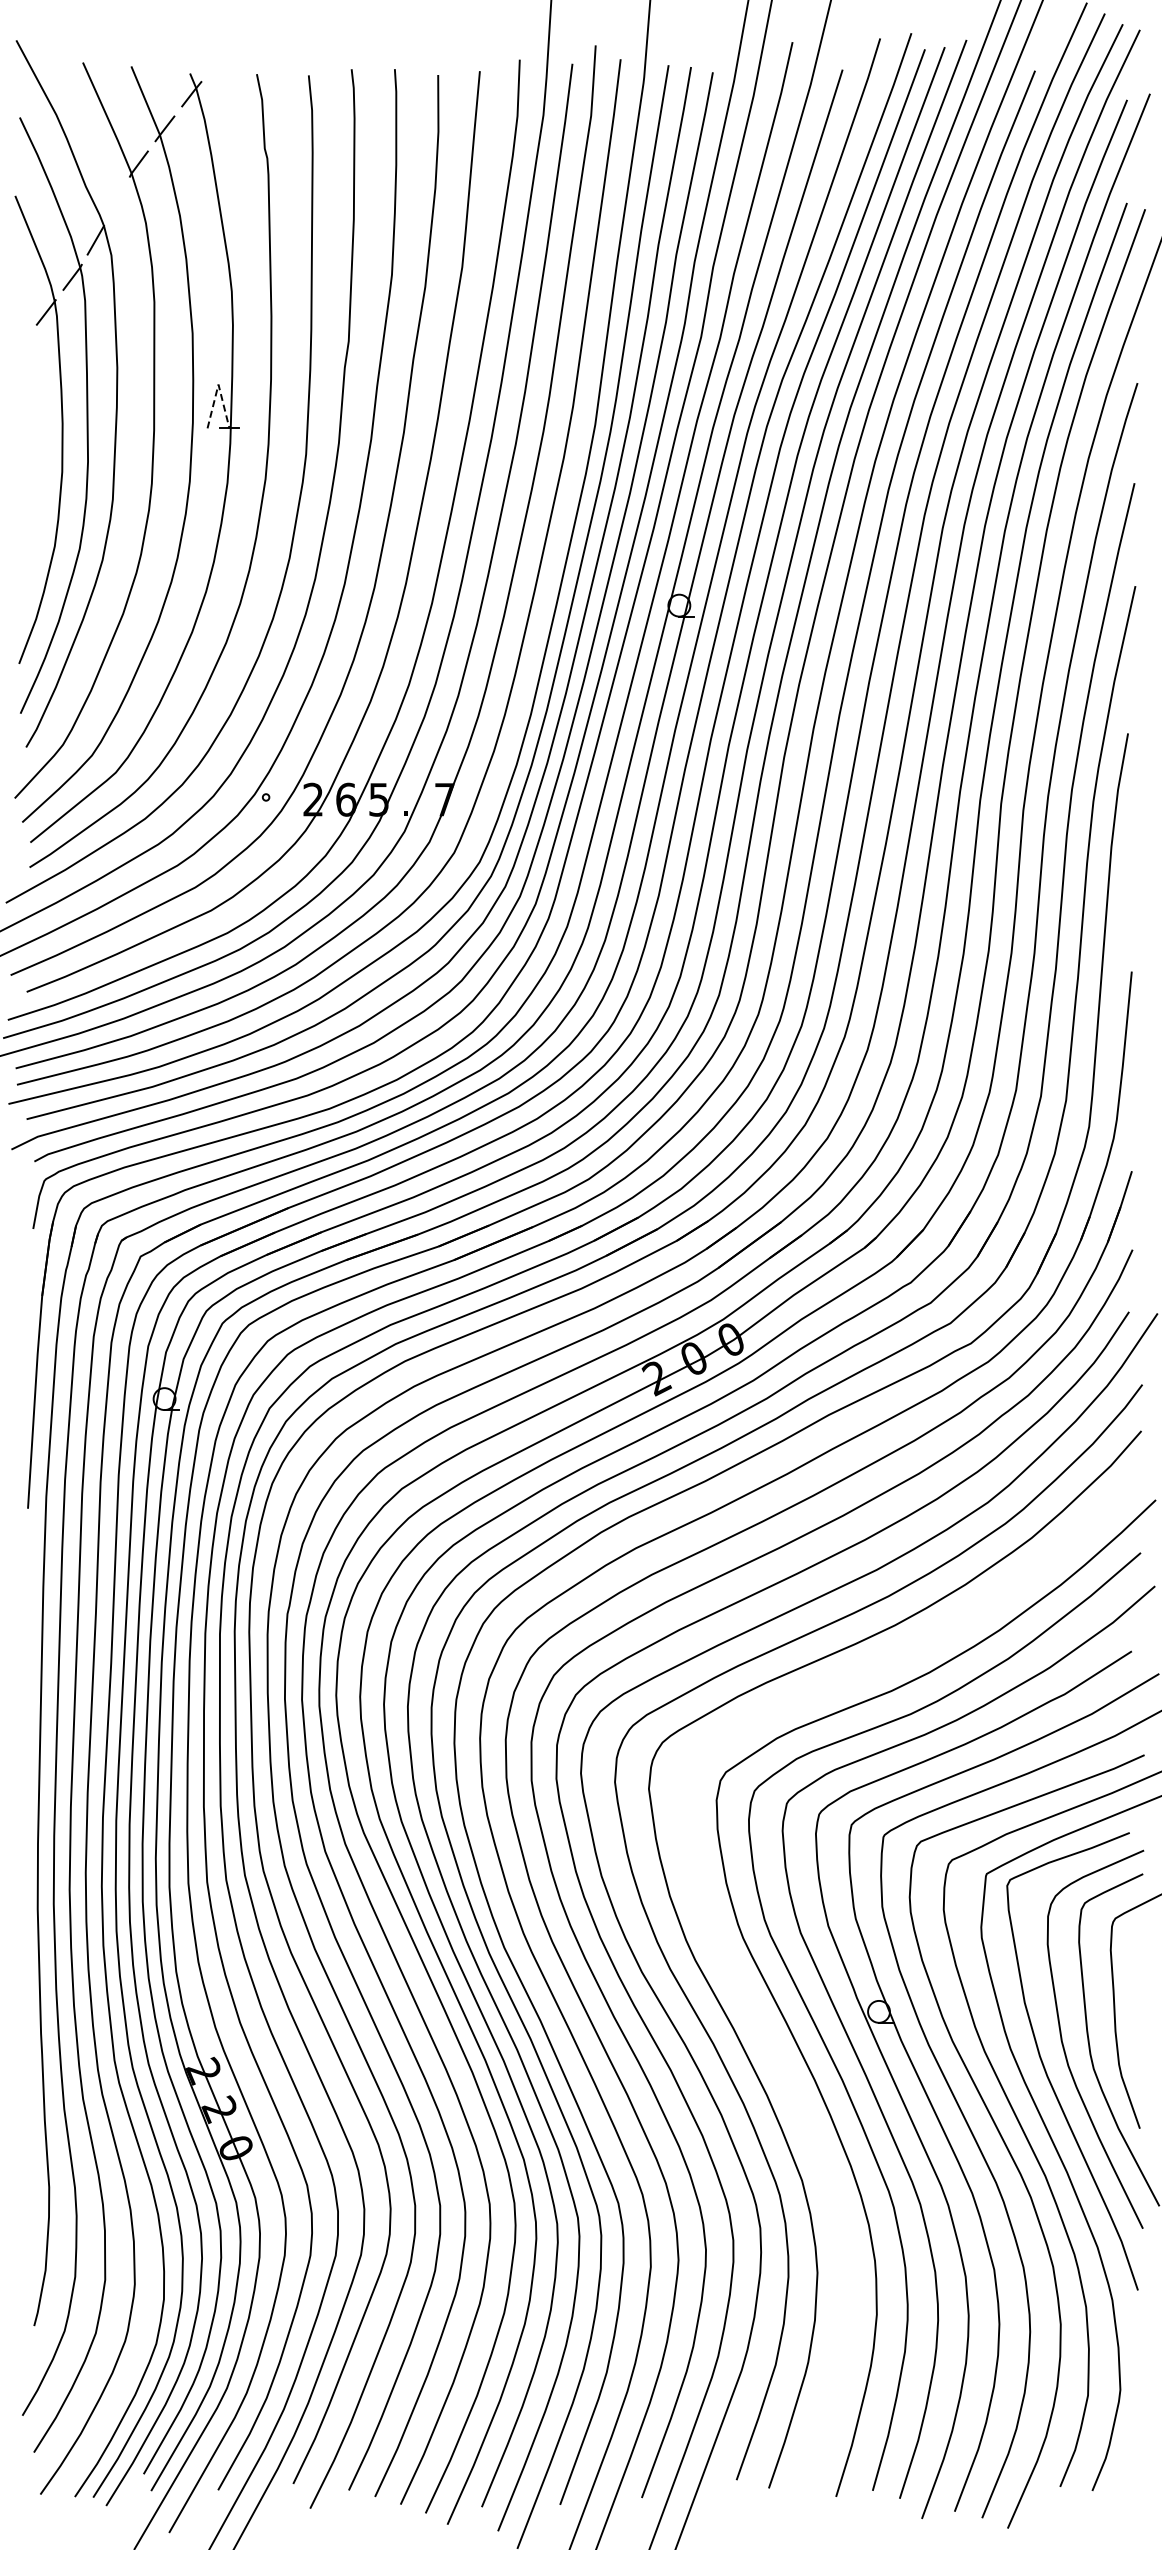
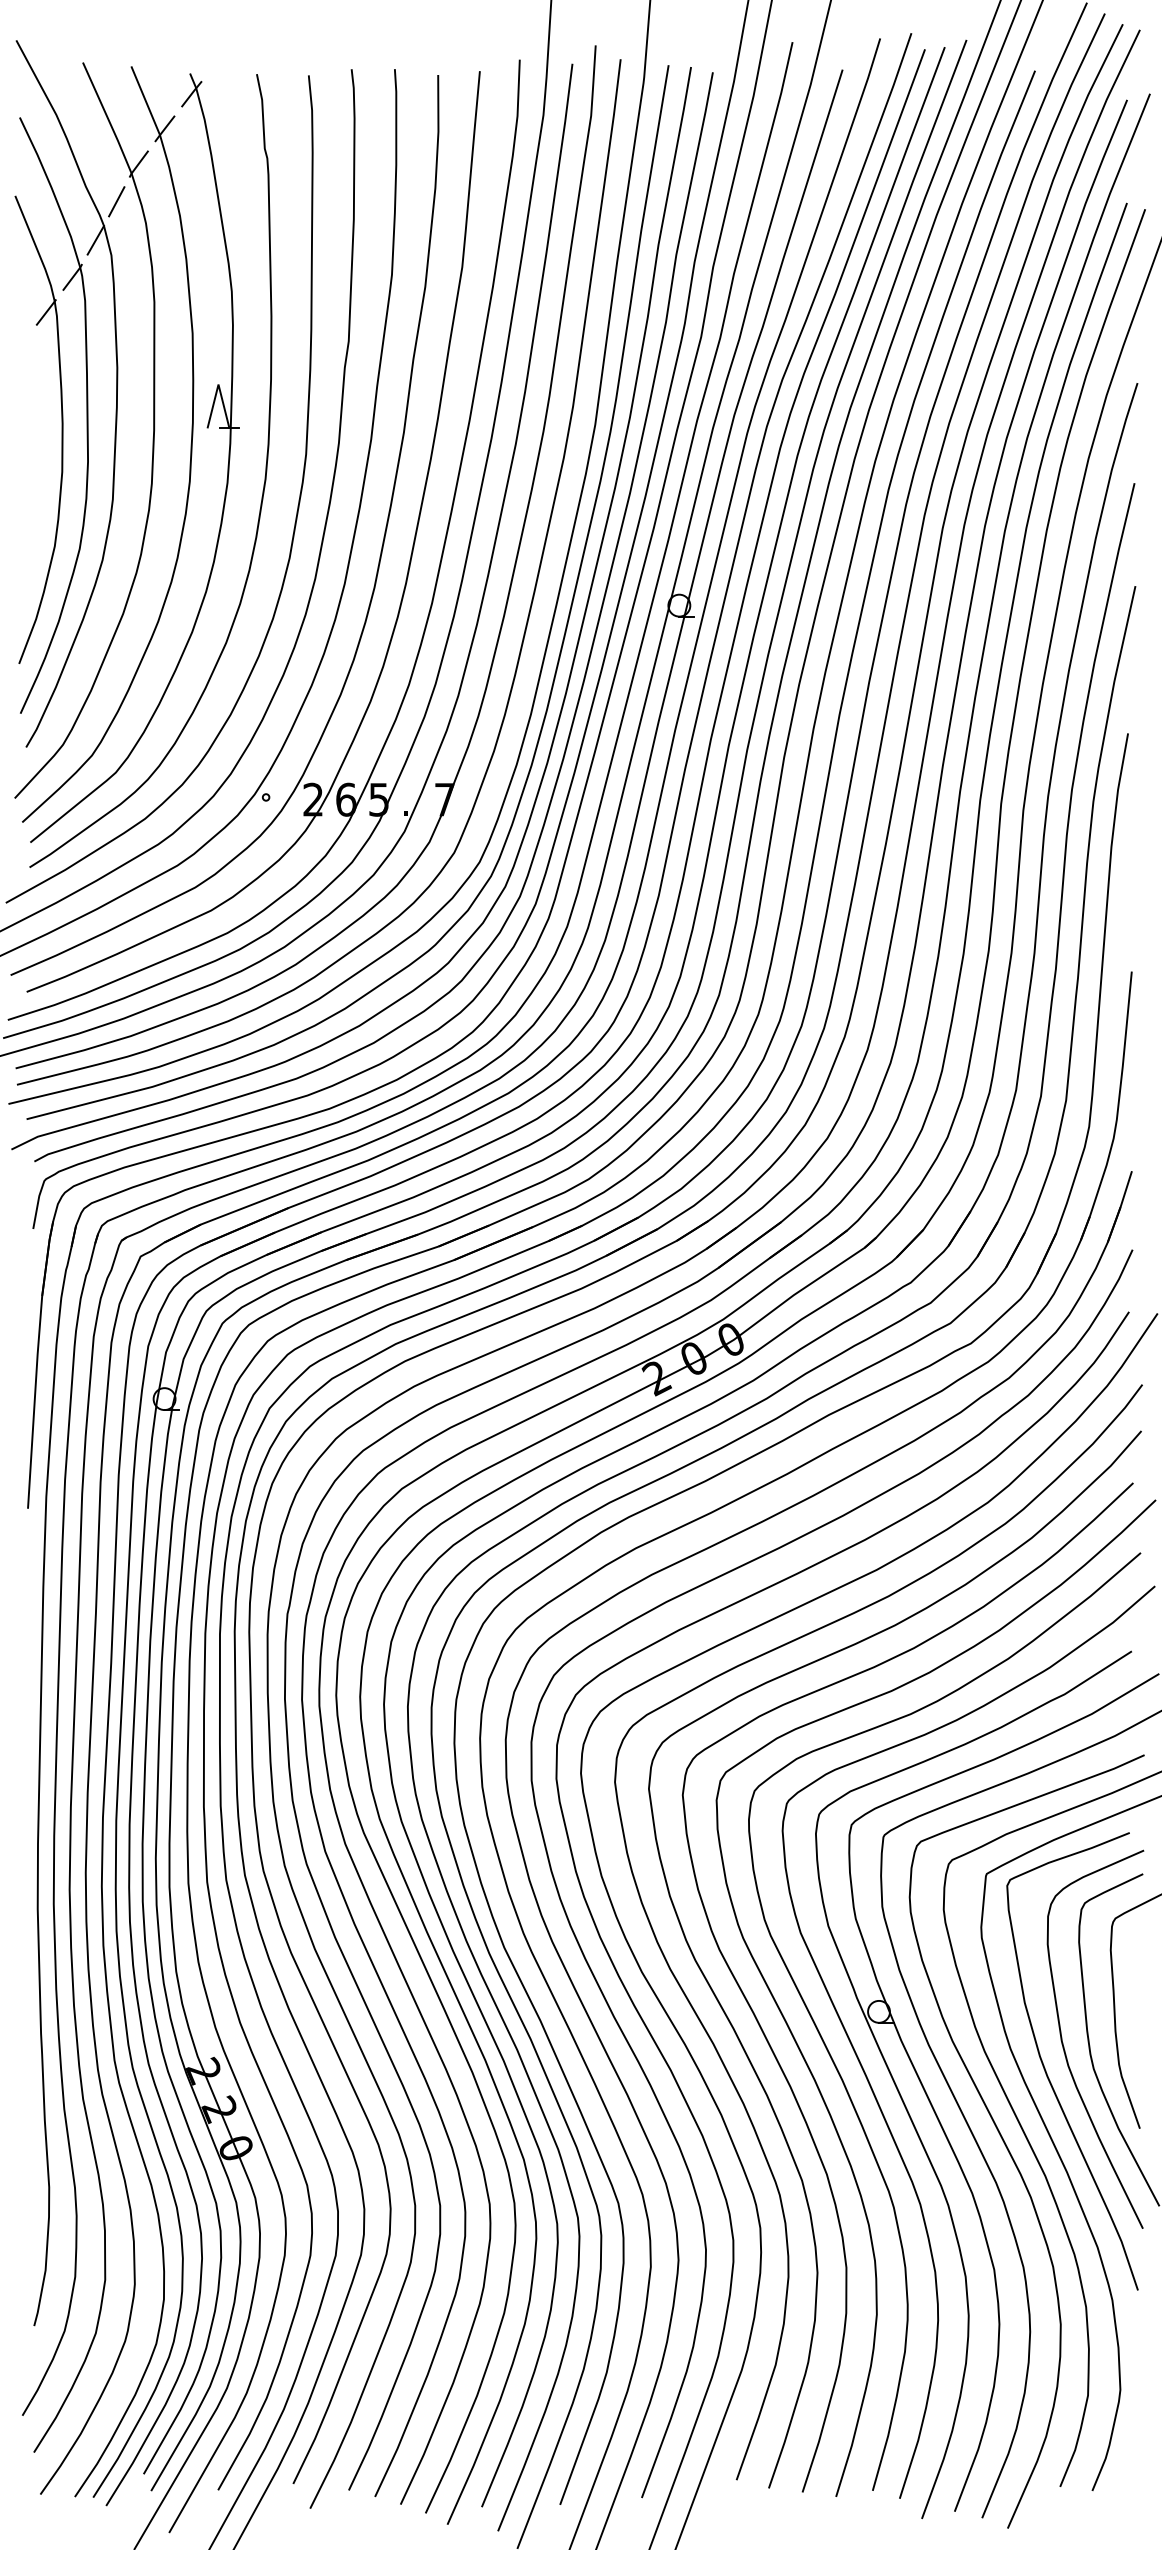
line at (116, 201): none -> present
line at (218, 384): dashed -> solid
curve at (775, 2054): none -> present
